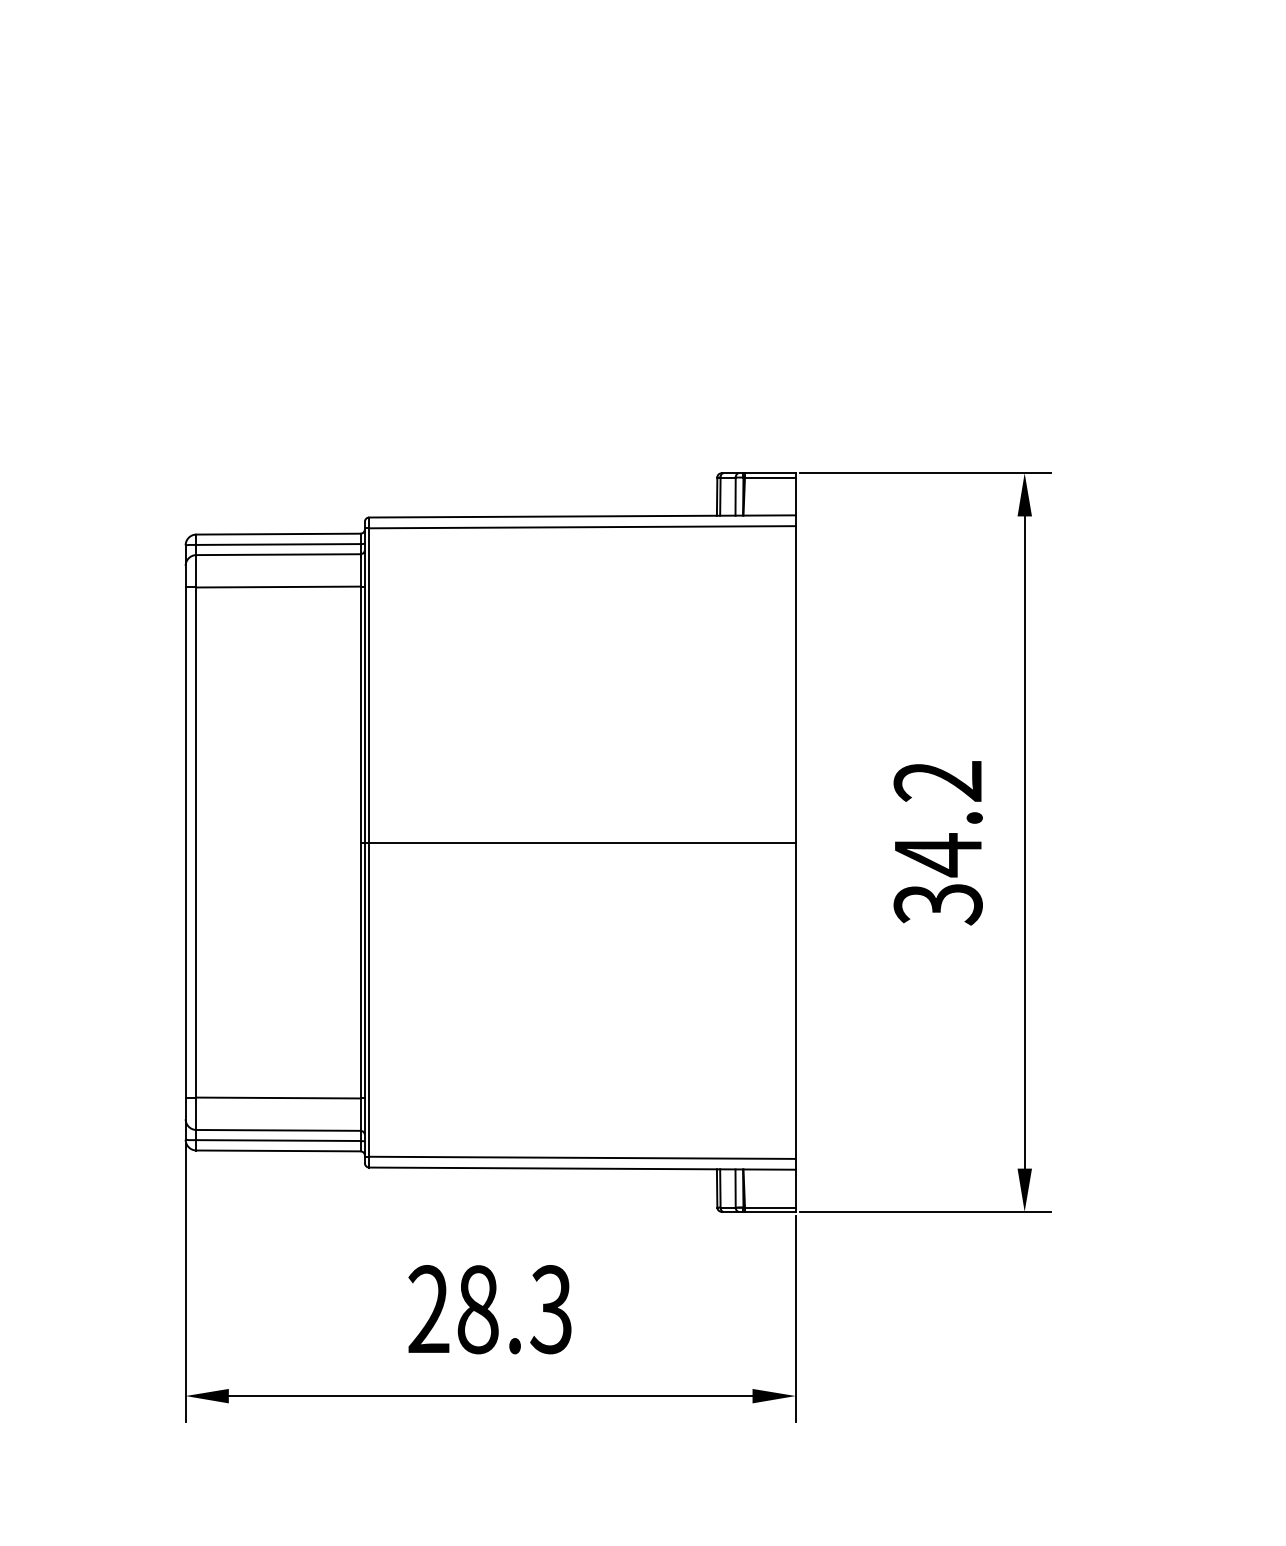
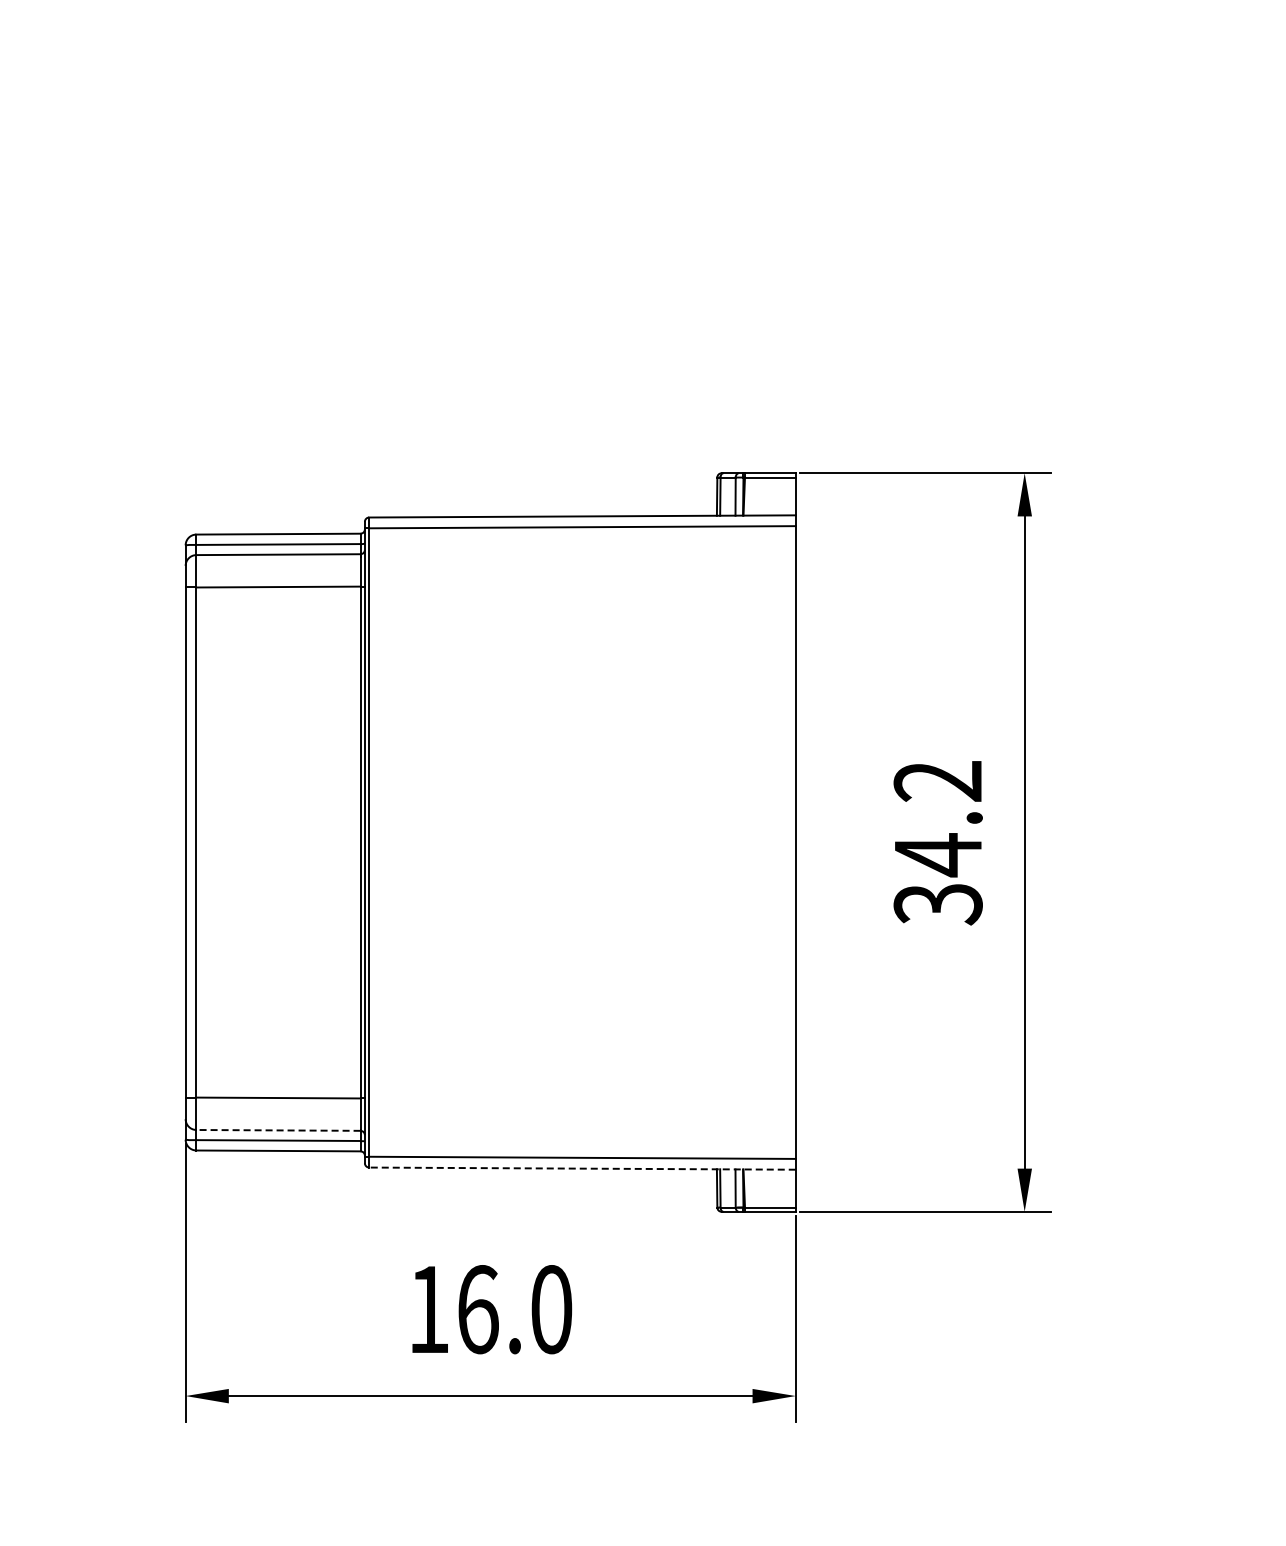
line at (577, 842): present -> none
line at (277, 1130): solid -> dashed
line at (581, 1168): solid -> dashed
text at (490, 1309): 28.3 -> 16.0
